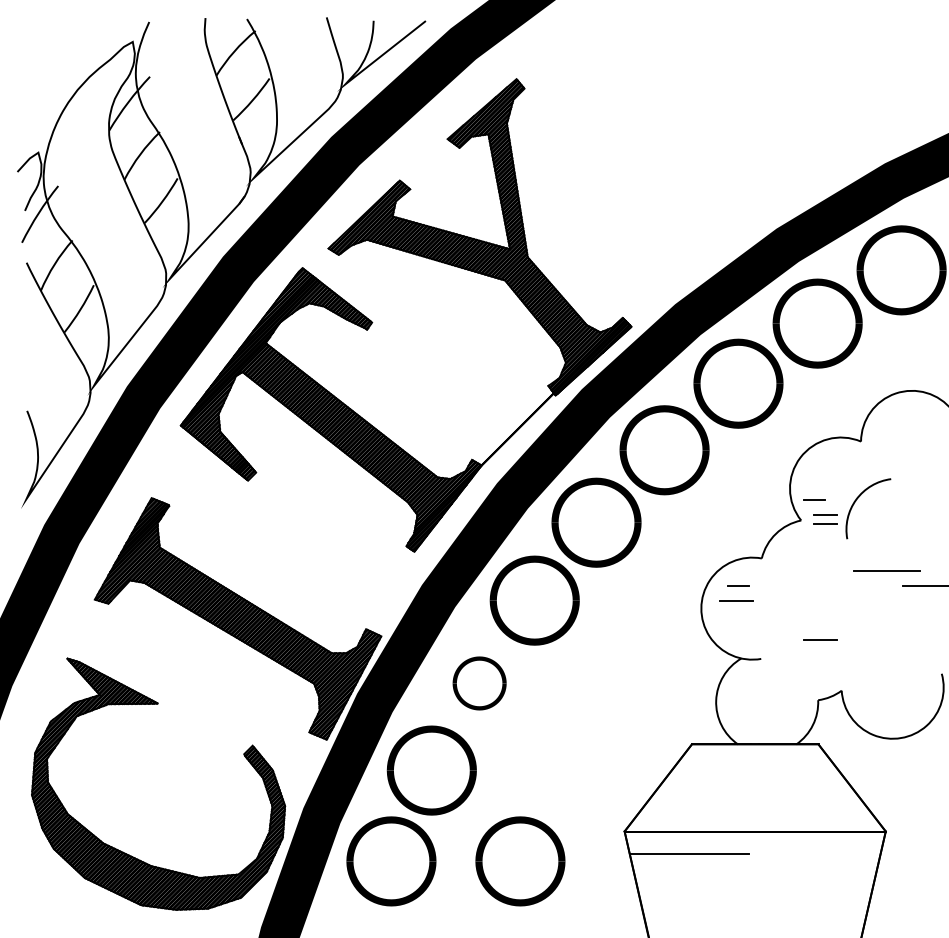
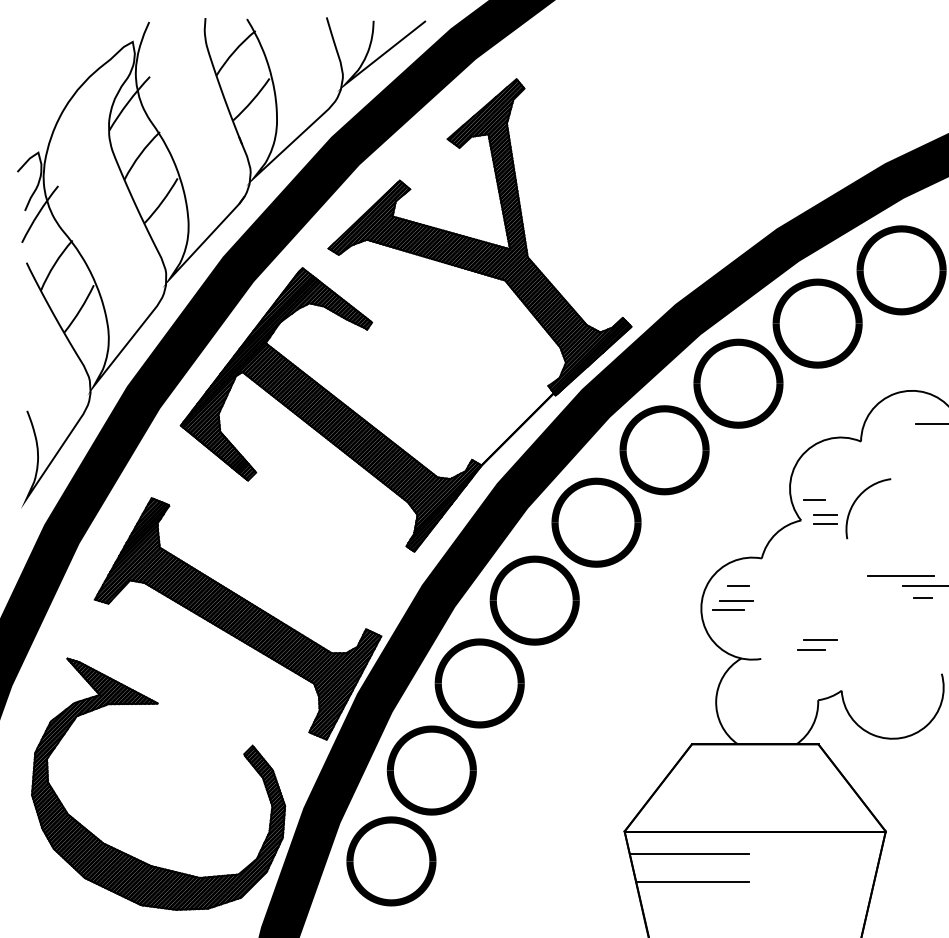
line at (930, 423): none -> present
line at (886, 570) position: (886, 570) -> (900, 575)
line at (922, 597): none -> present
line at (728, 610): none -> present
line at (811, 649): none -> present
part at (479, 683) size: 55x55 px -> 91x91 px
part at (520, 861): present -> none
line at (692, 881): none -> present
